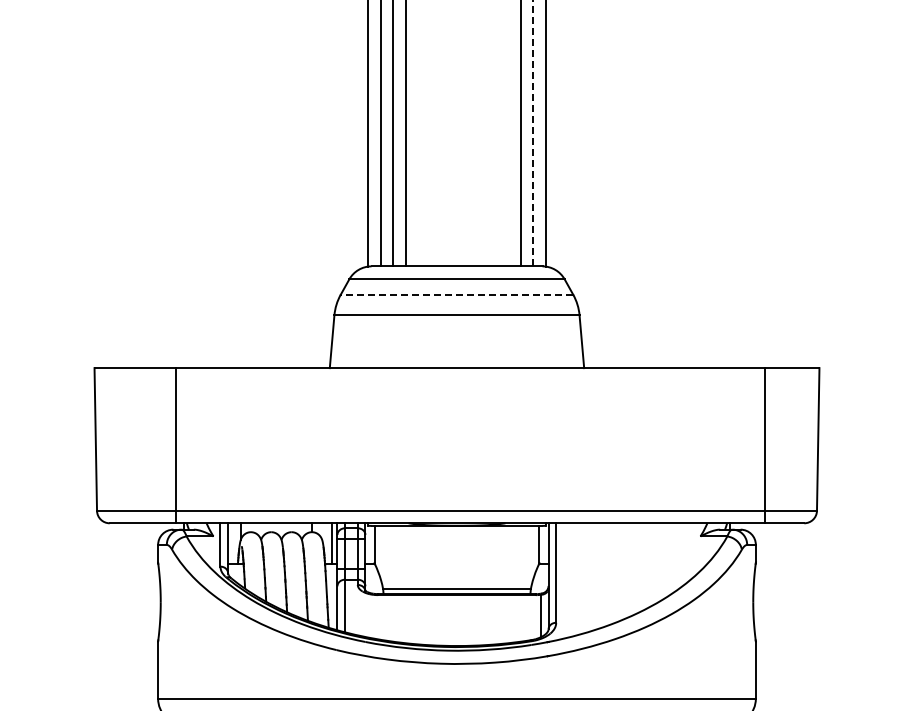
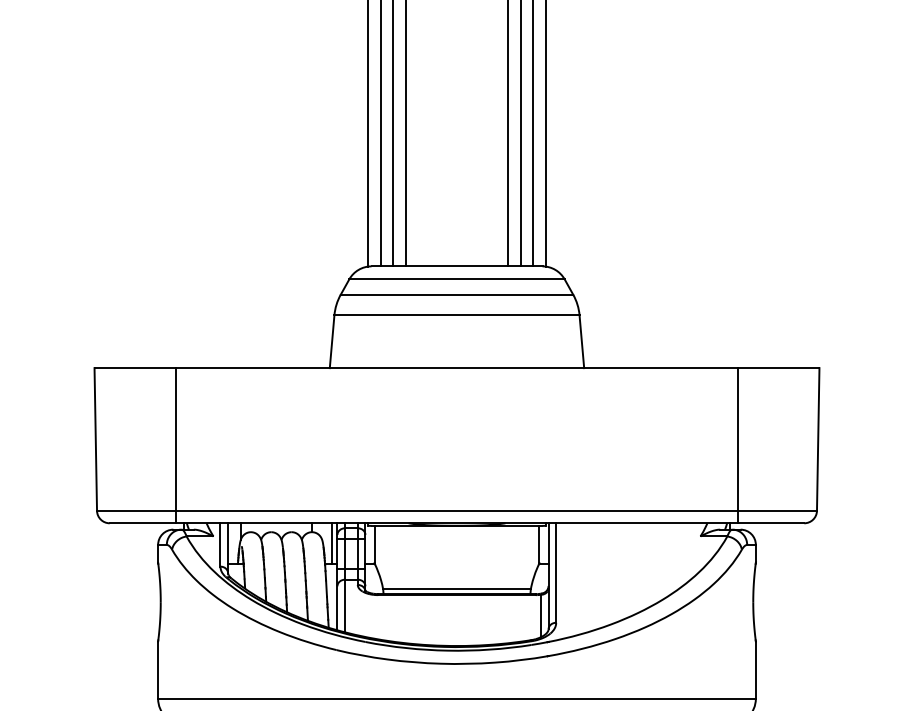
line at (533, 133): dashed -> solid
line at (508, 134): none -> present
line at (456, 294): dashed -> solid
line at (765, 445) position: (765, 445) -> (738, 445)
